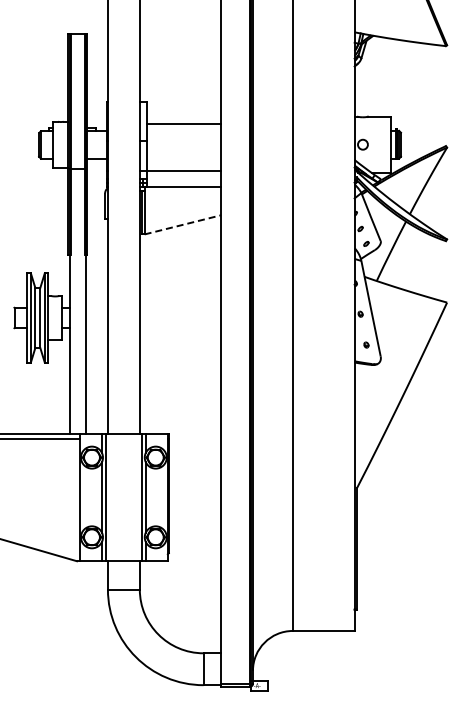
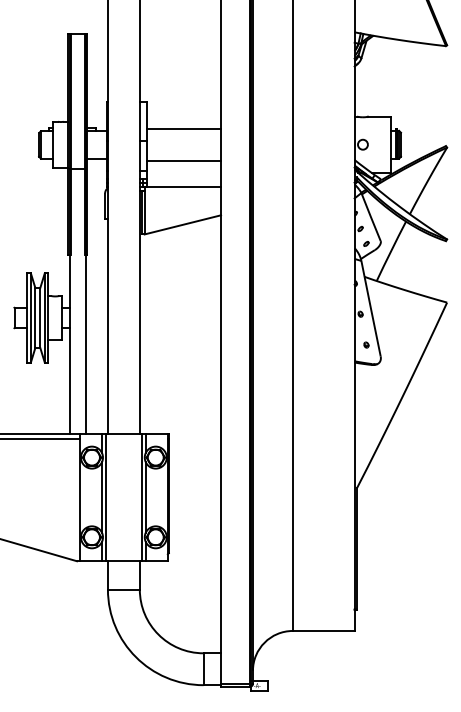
line at (183, 123) position: (183, 123) -> (183, 128)
line at (183, 170) position: (183, 170) -> (183, 160)
line at (183, 224): dashed -> solid
